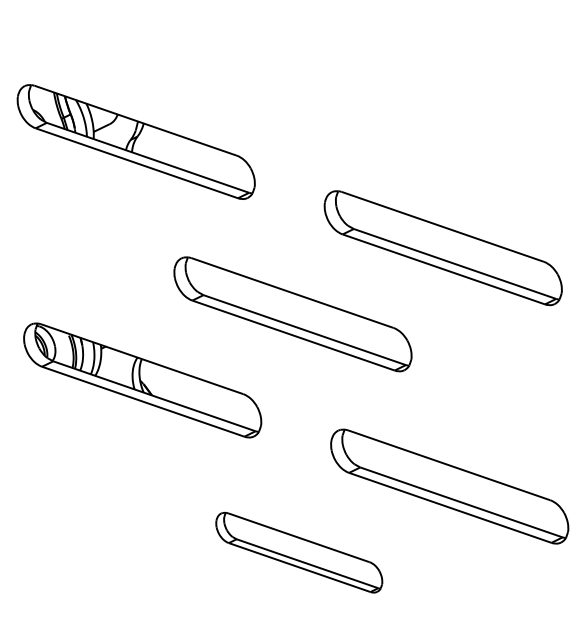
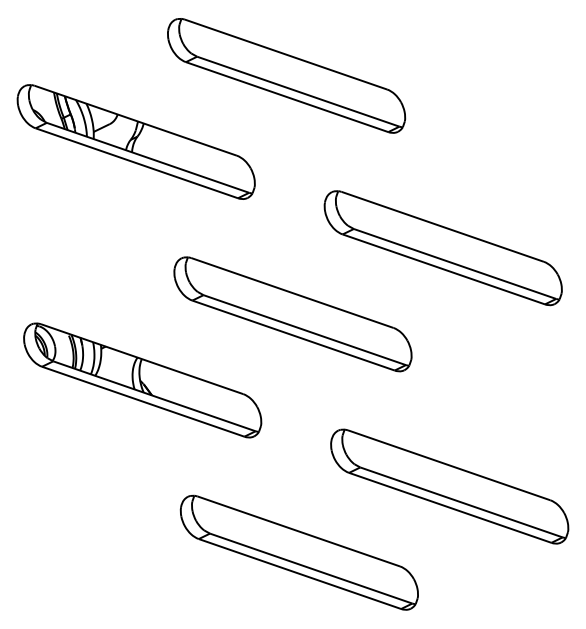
part at (286, 75): none -> present
part at (299, 552) size: 169x83 px -> 240x117 px
